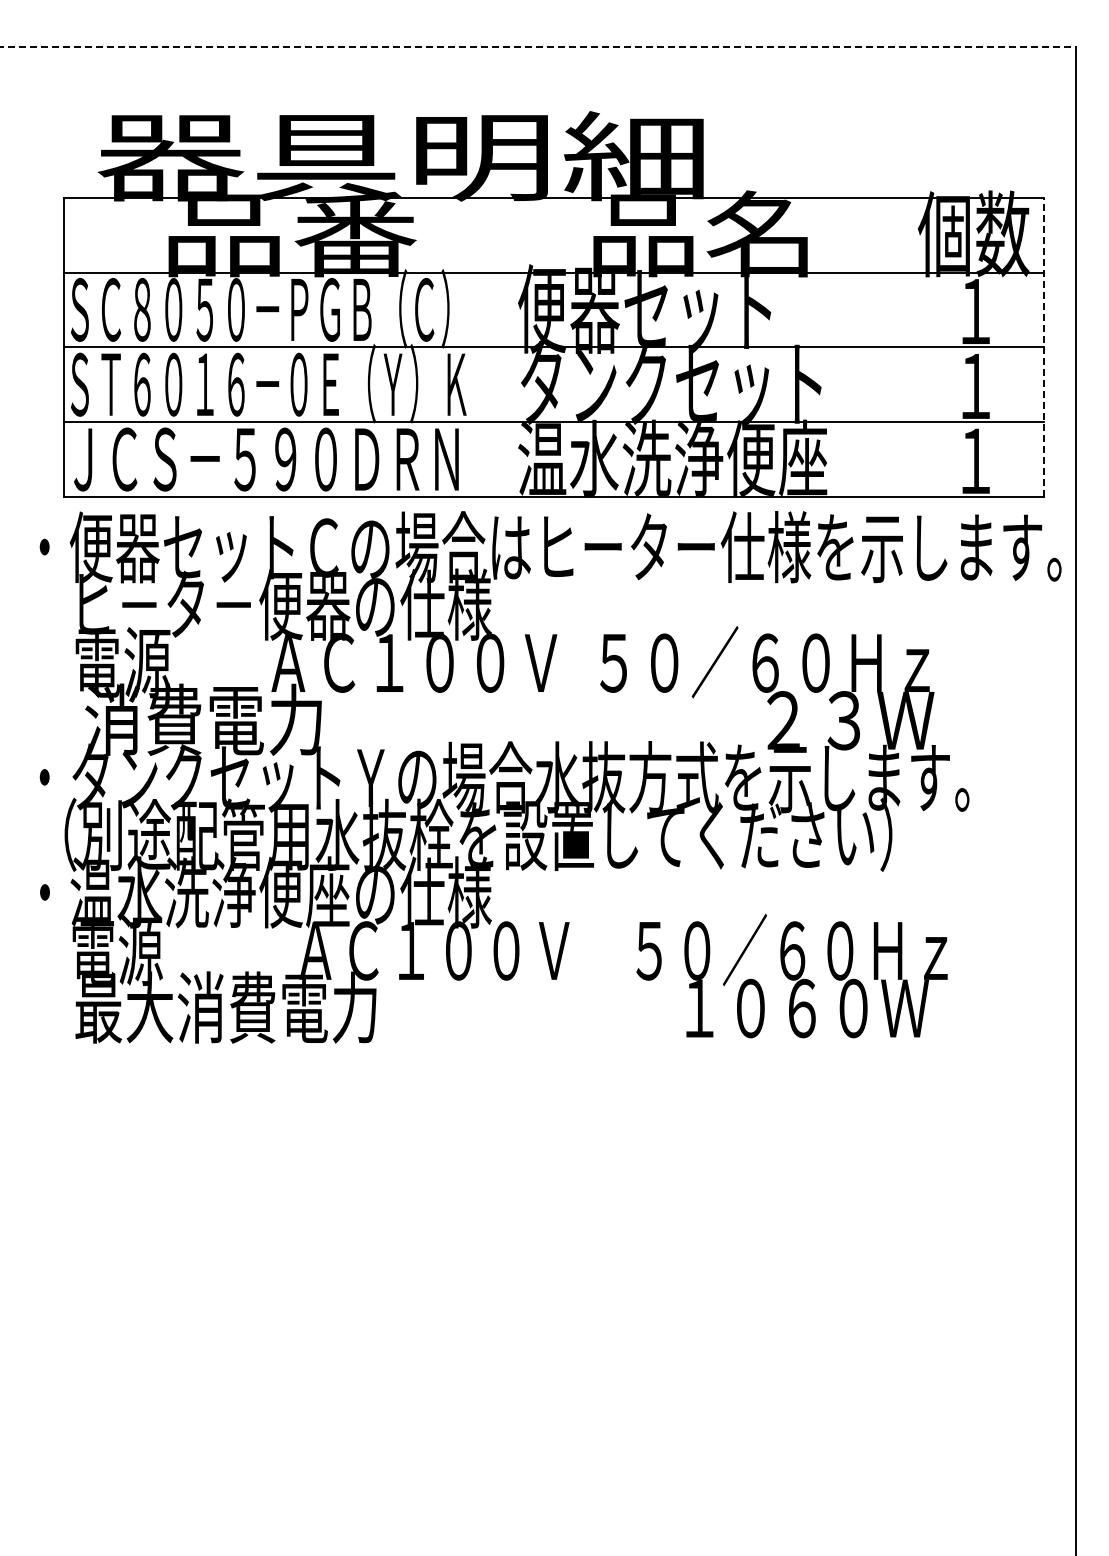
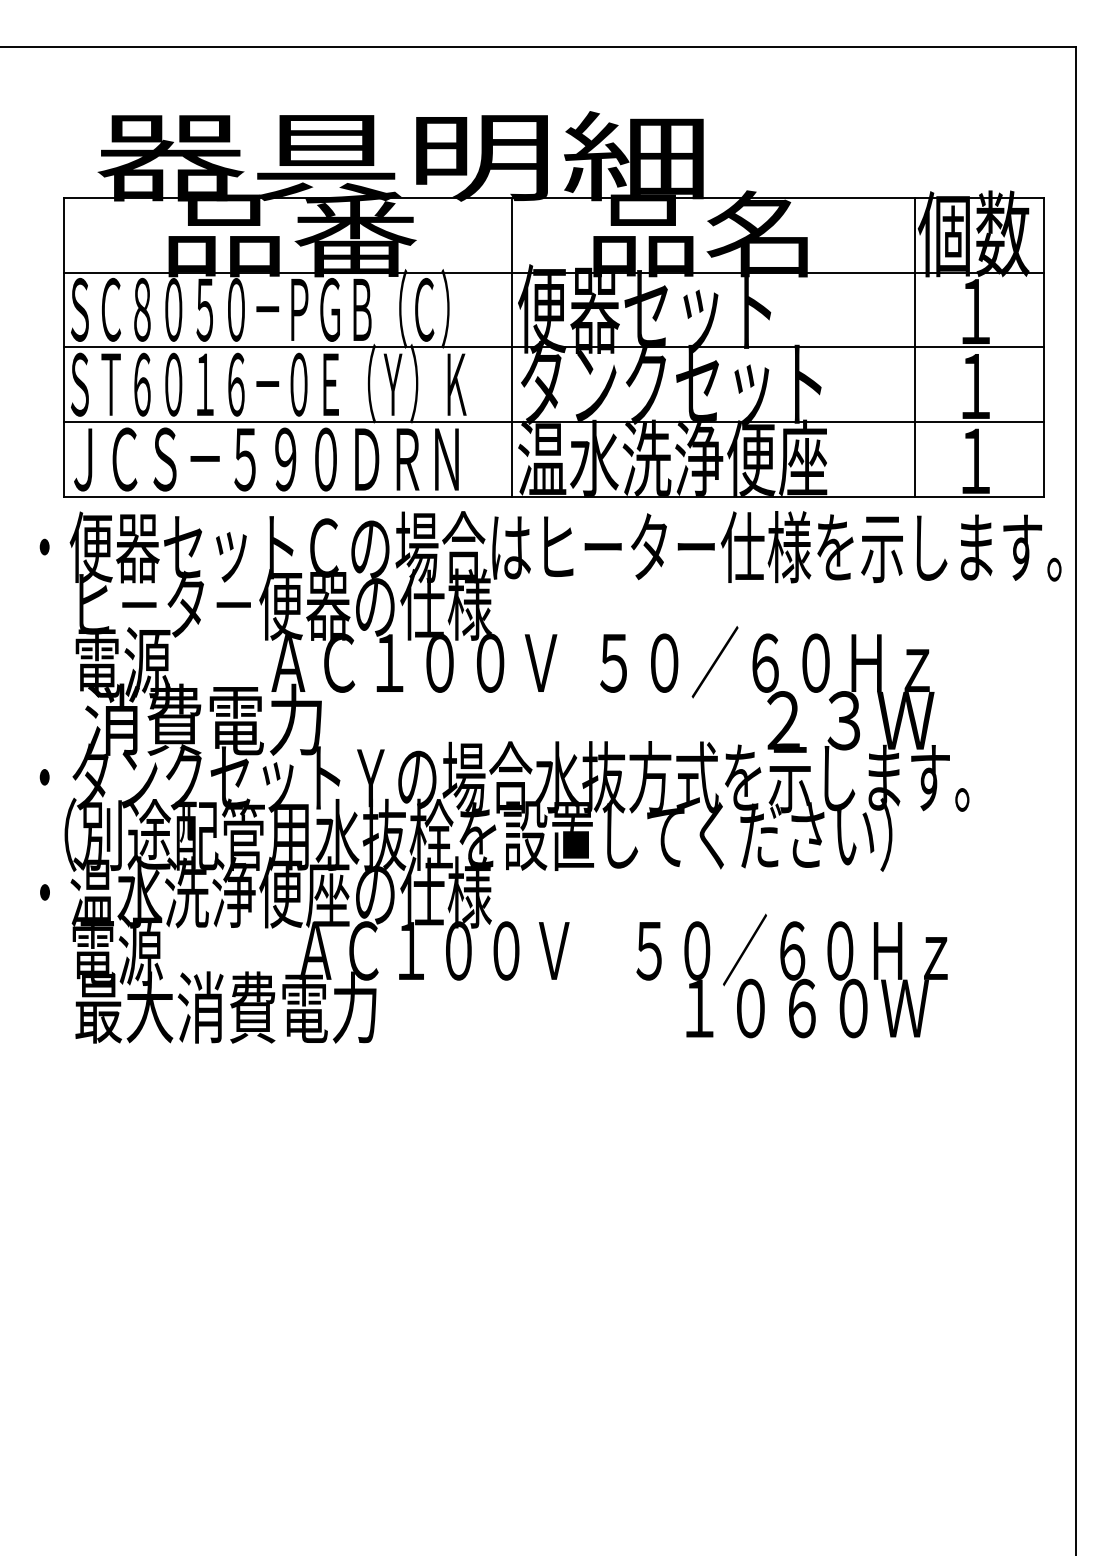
line at (538, 46): dashed -> solid
line at (511, 347): none -> present
line at (914, 347): none -> present
line at (1044, 347): dashed -> solid
